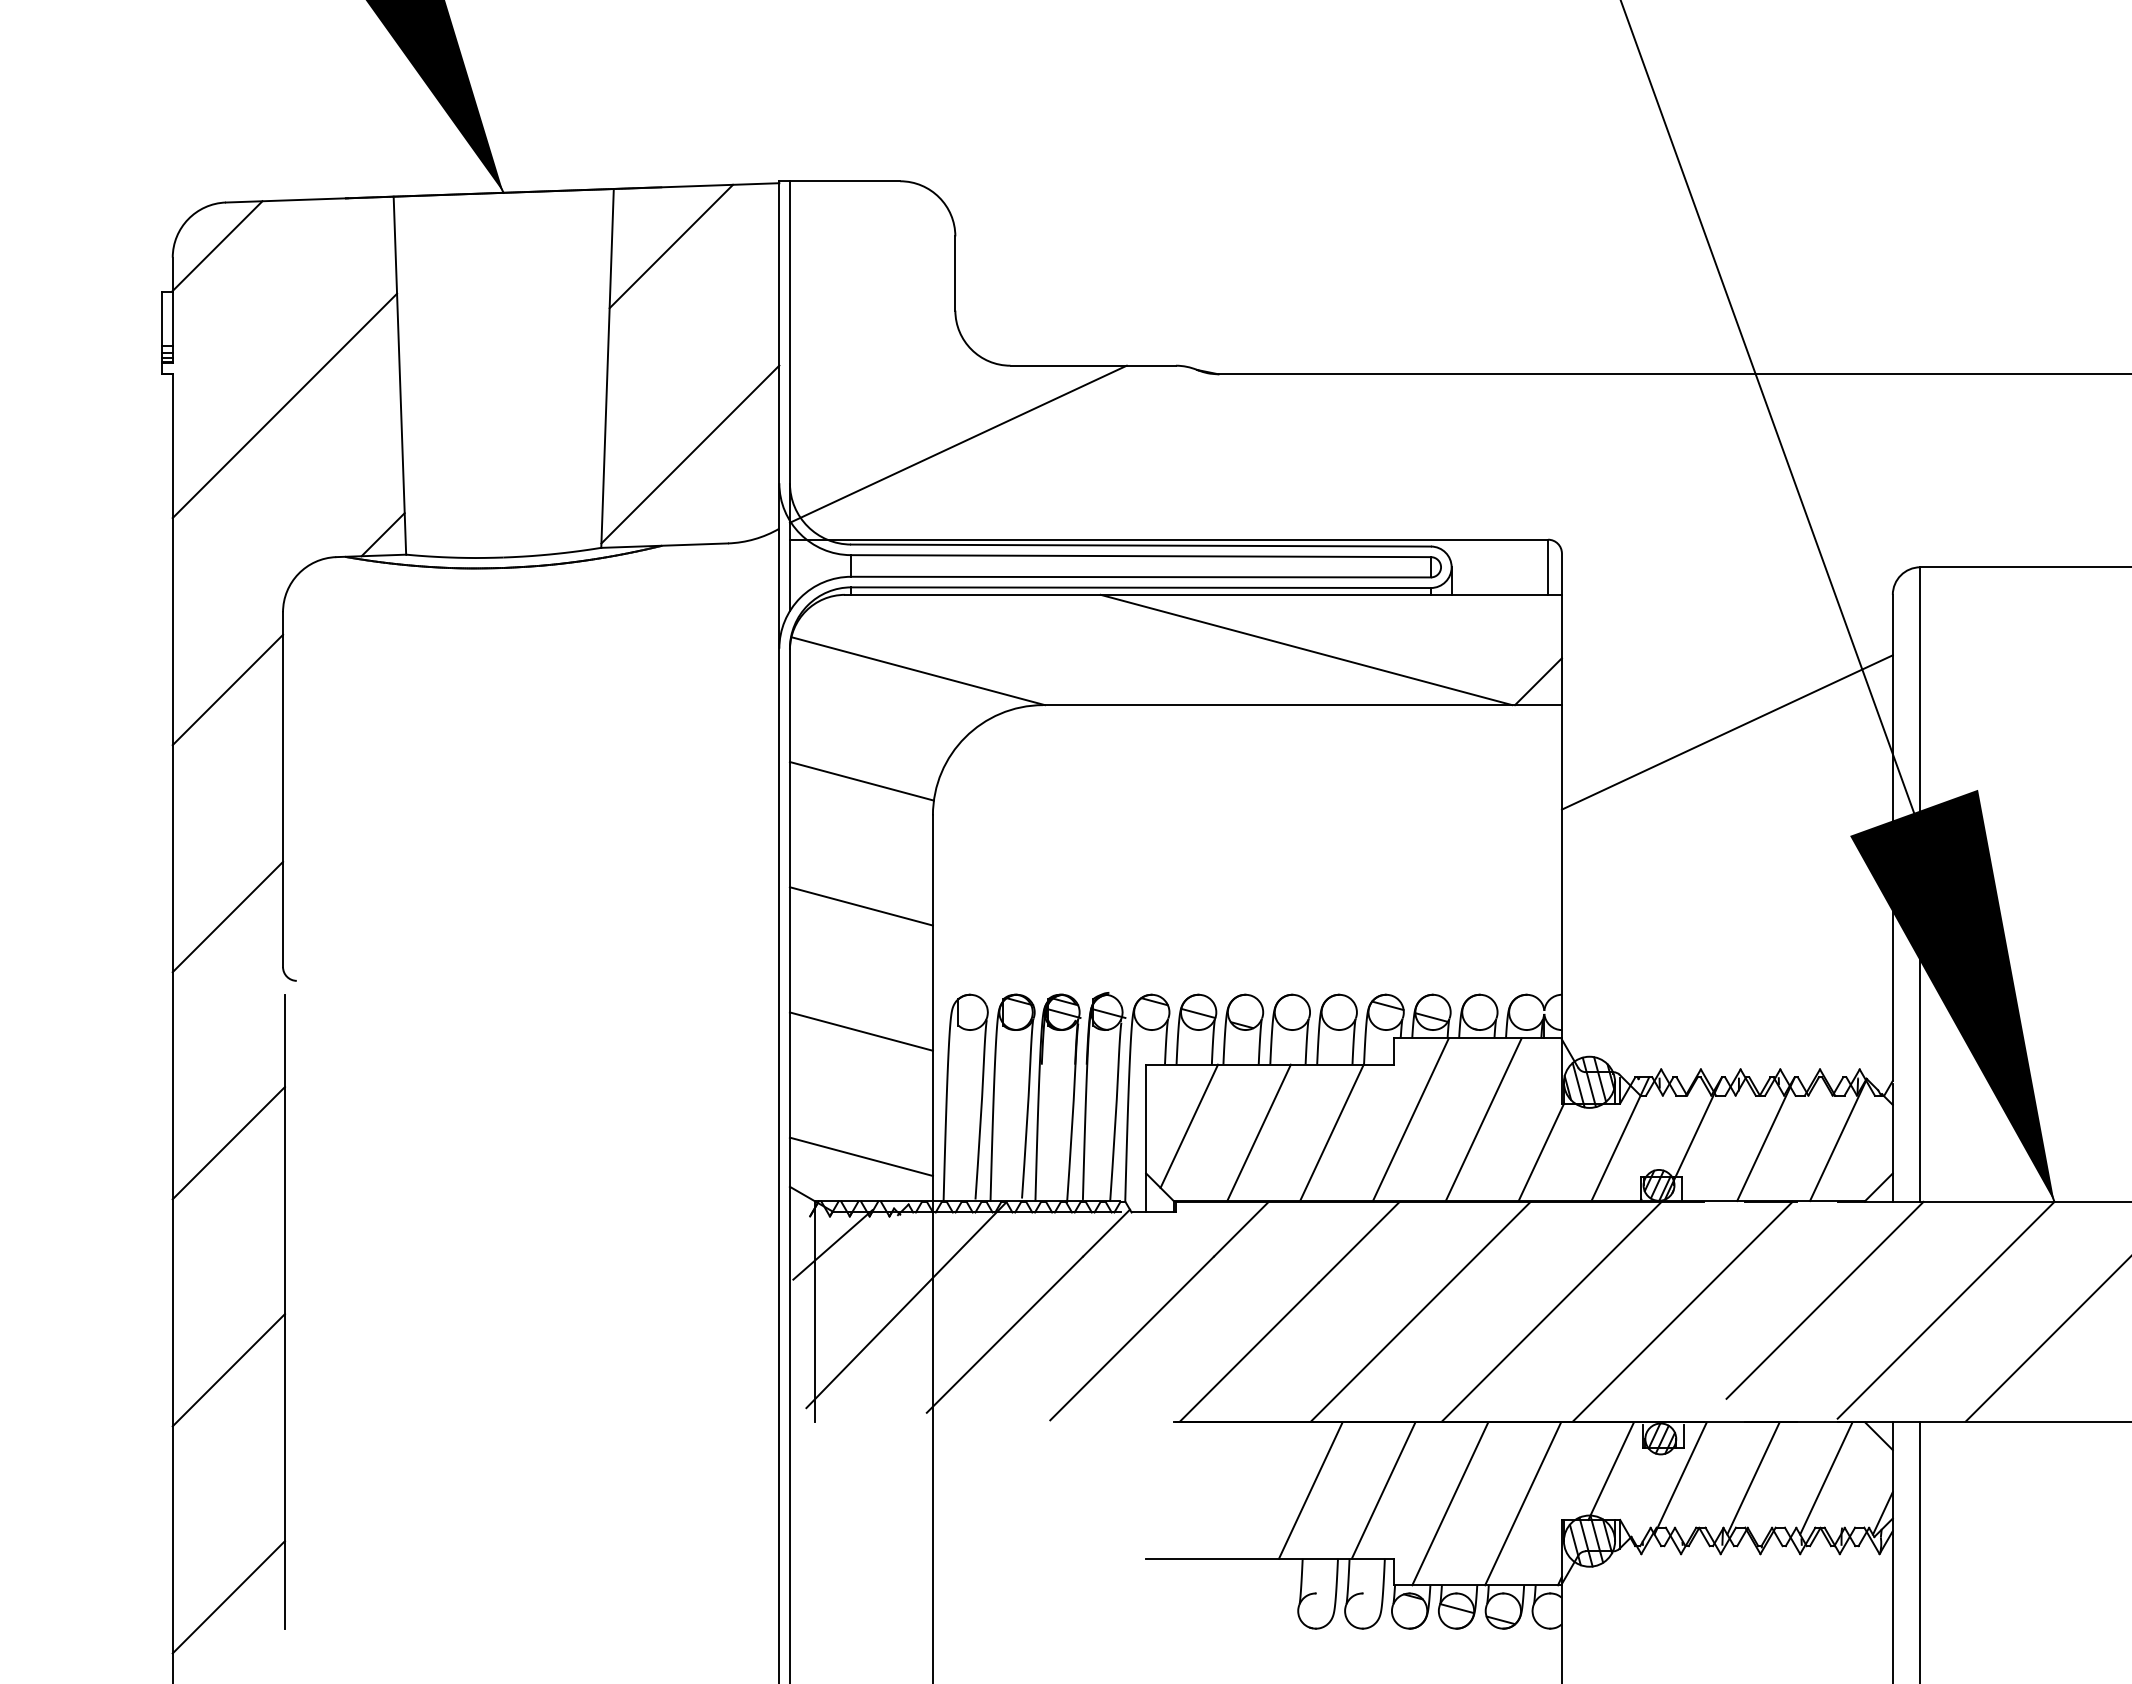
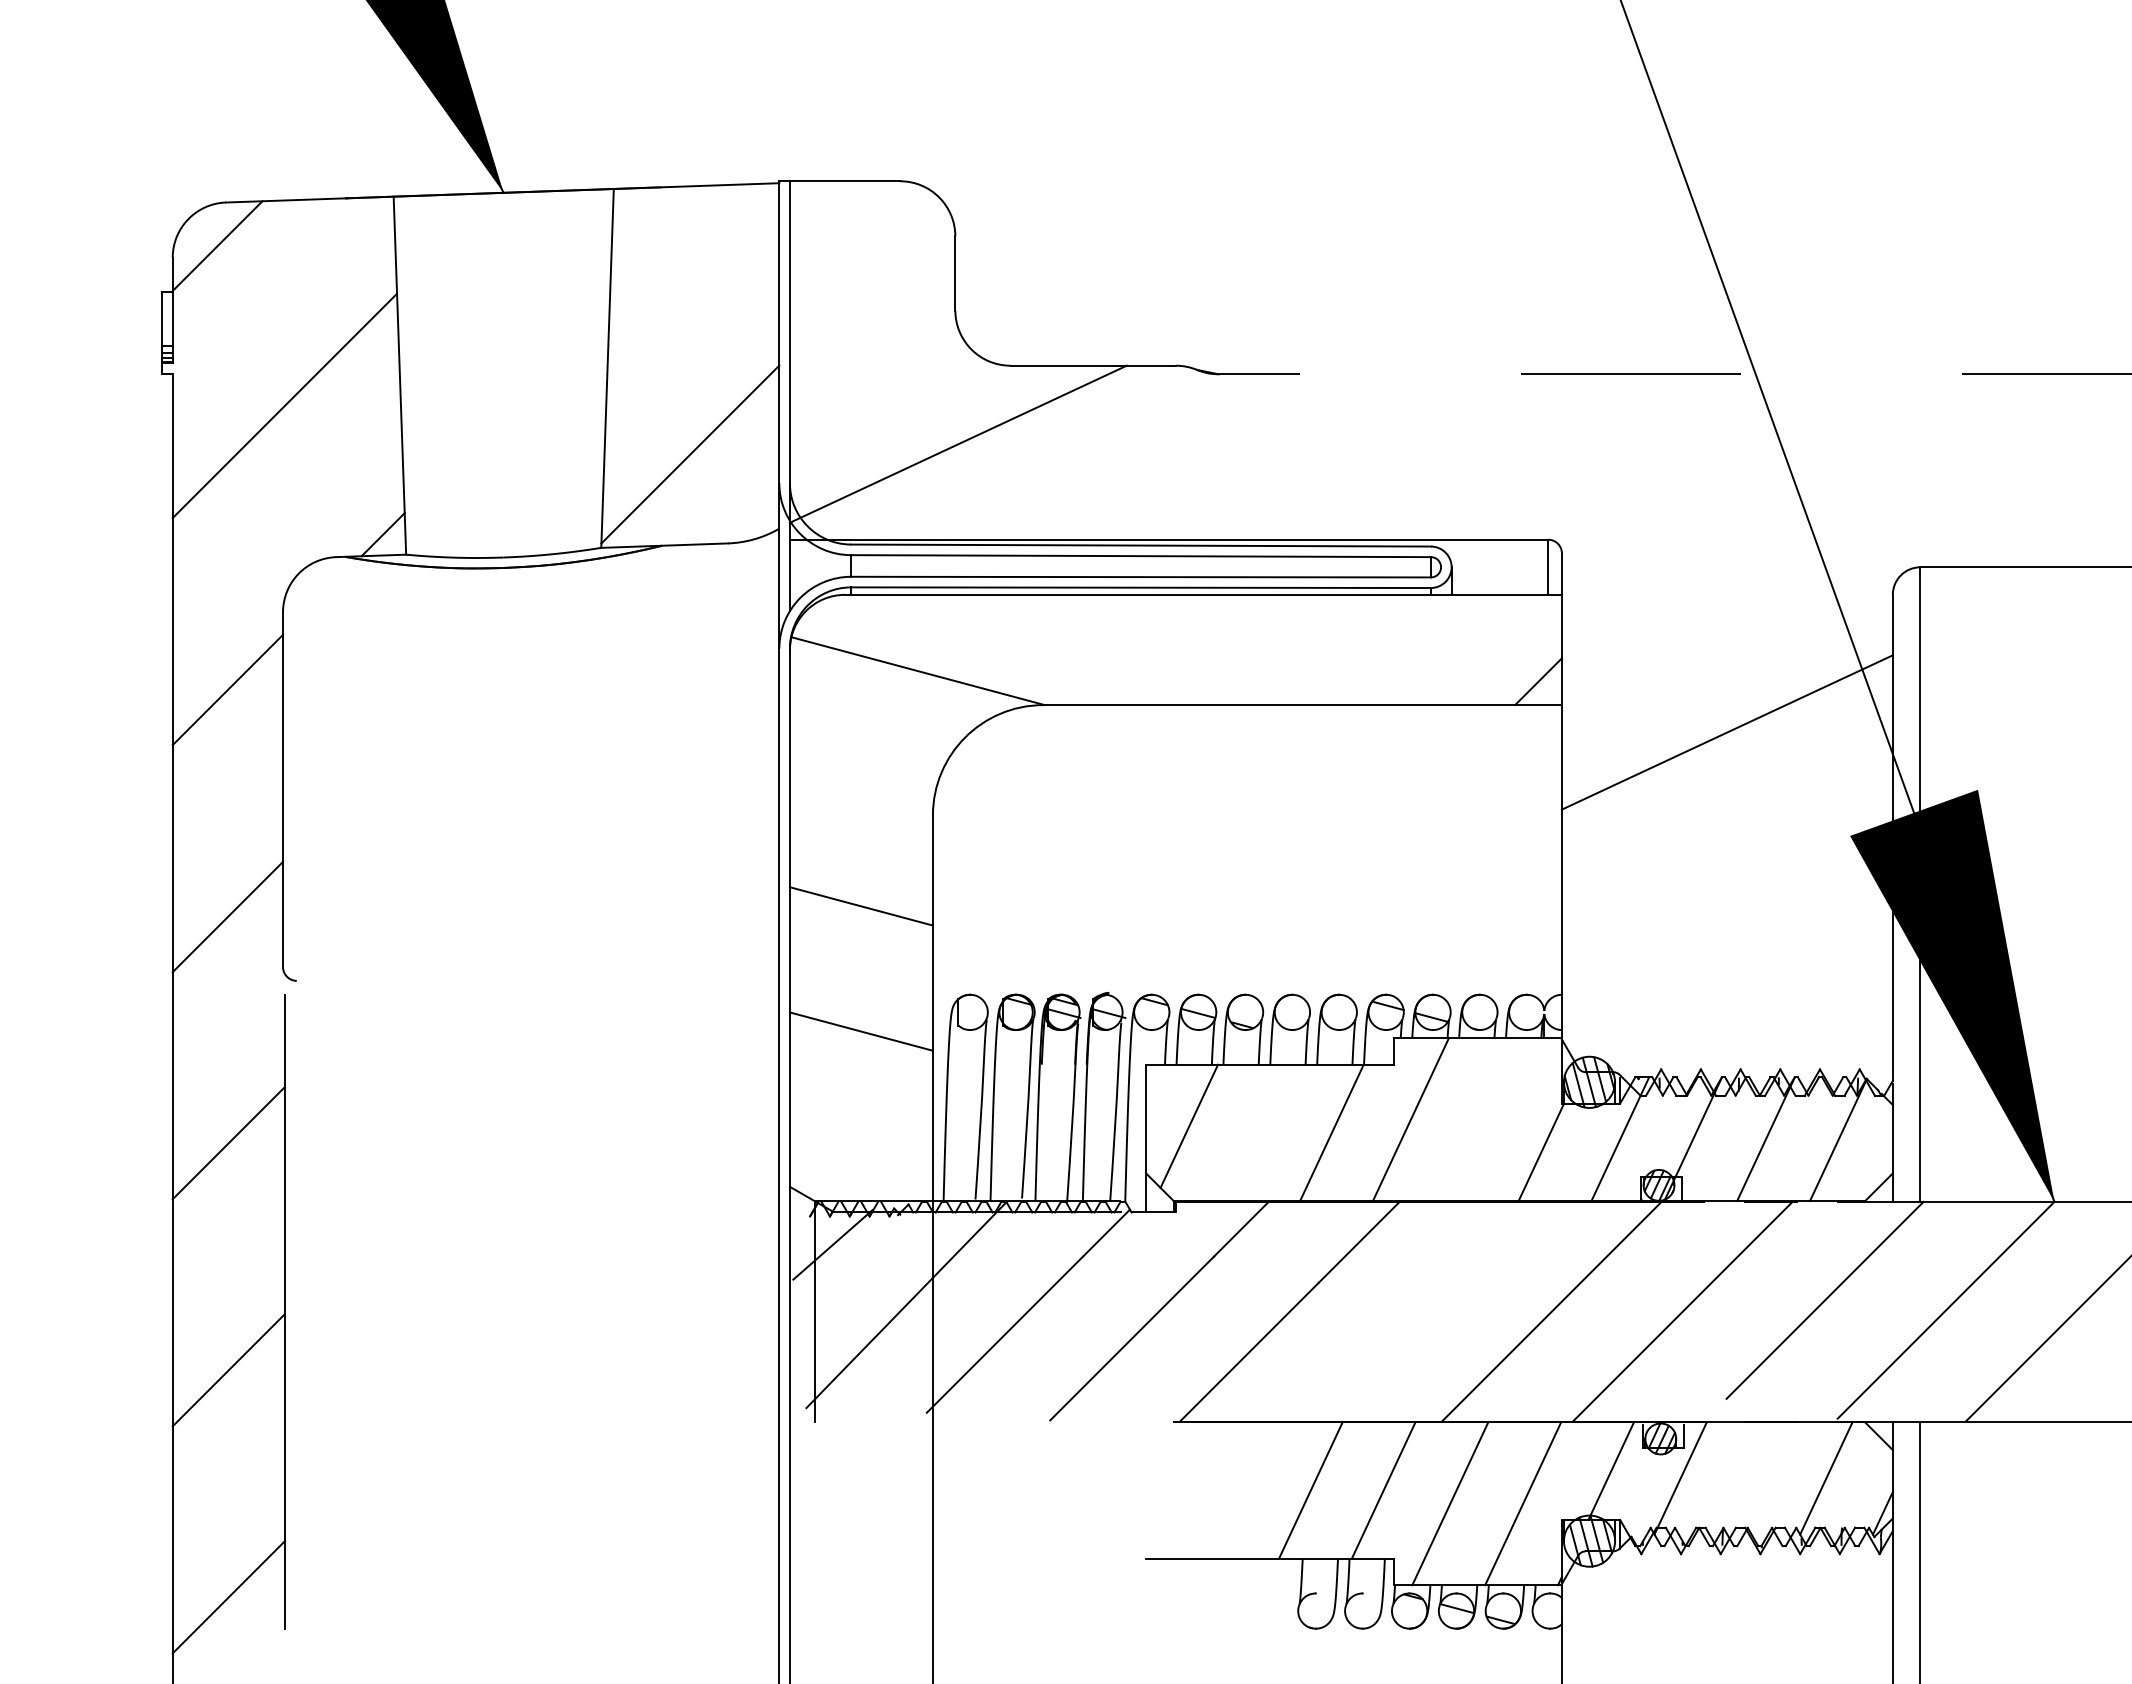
line at (671, 246): present -> none
line at (1674, 374): solid -> dashed
line at (1306, 649): present -> none
line at (861, 781): present -> none
line at (1483, 1119): present -> none
line at (1258, 1132): present -> none
line at (860, 1156): present -> none
line at (1420, 1311): present -> none
line at (1753, 1478): present -> none
